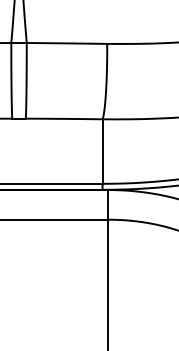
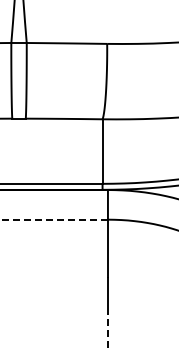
line at (54, 219): solid -> dashed
line at (107, 329): solid -> dashed
